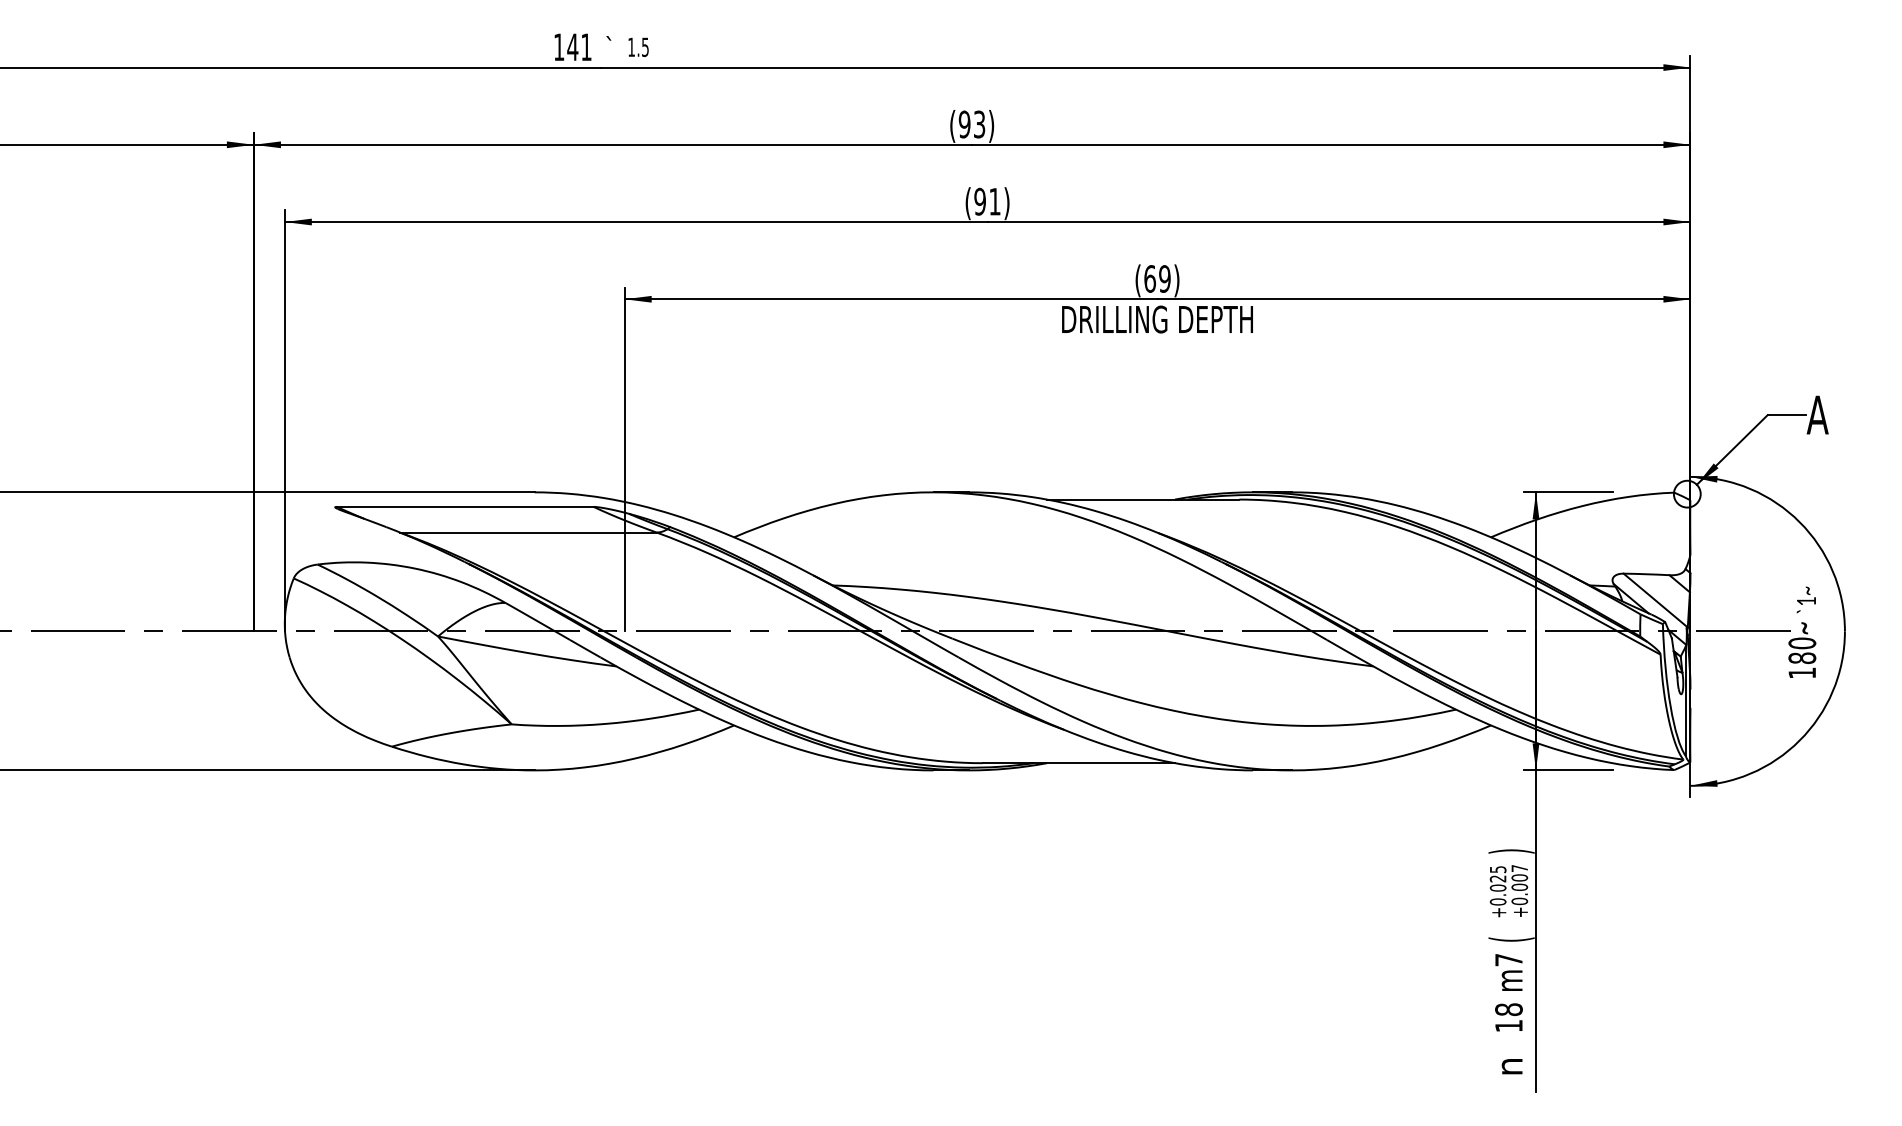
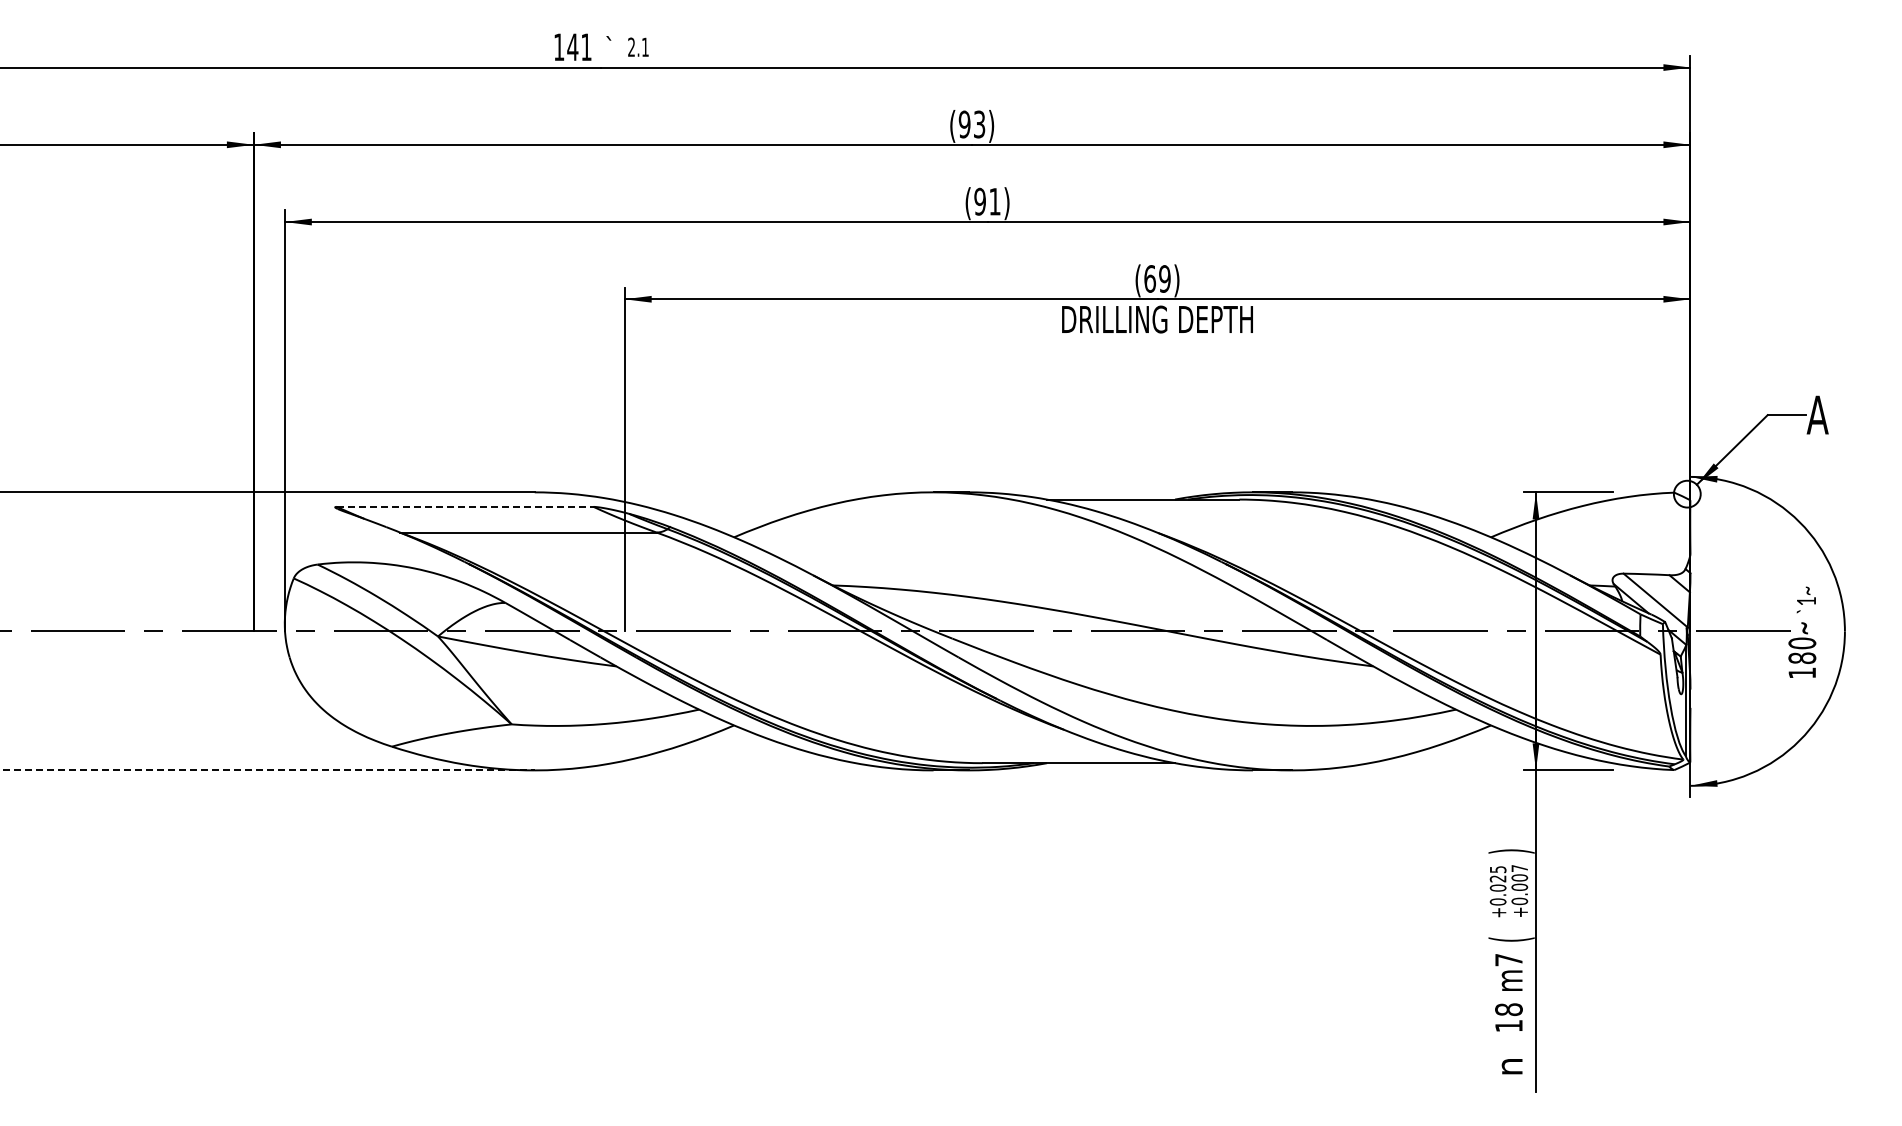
text at (638, 47): 1.5 -> 2.1
line at (465, 506): solid -> dashed
line at (267, 770): solid -> dashed
